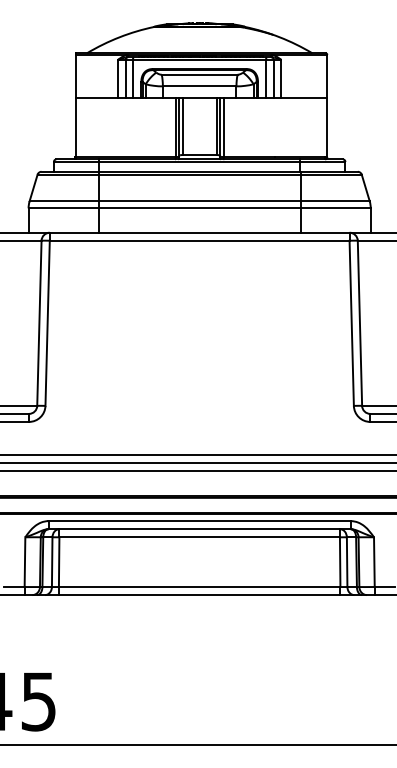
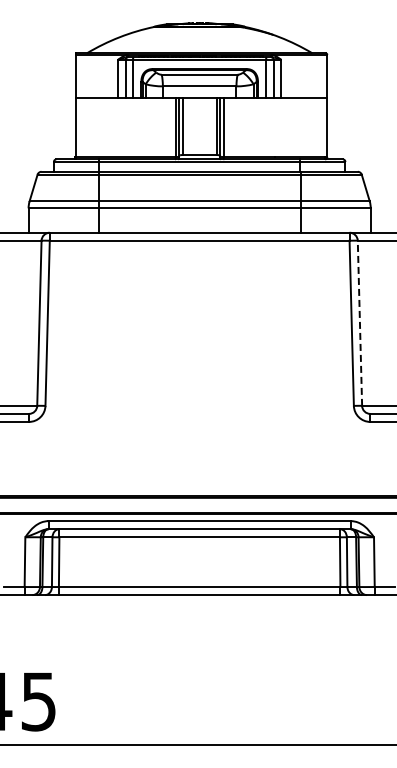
line at (359, 323): solid -> dashed
line at (197, 455): present -> none
line at (197, 463): present -> none
line at (197, 471): present -> none
